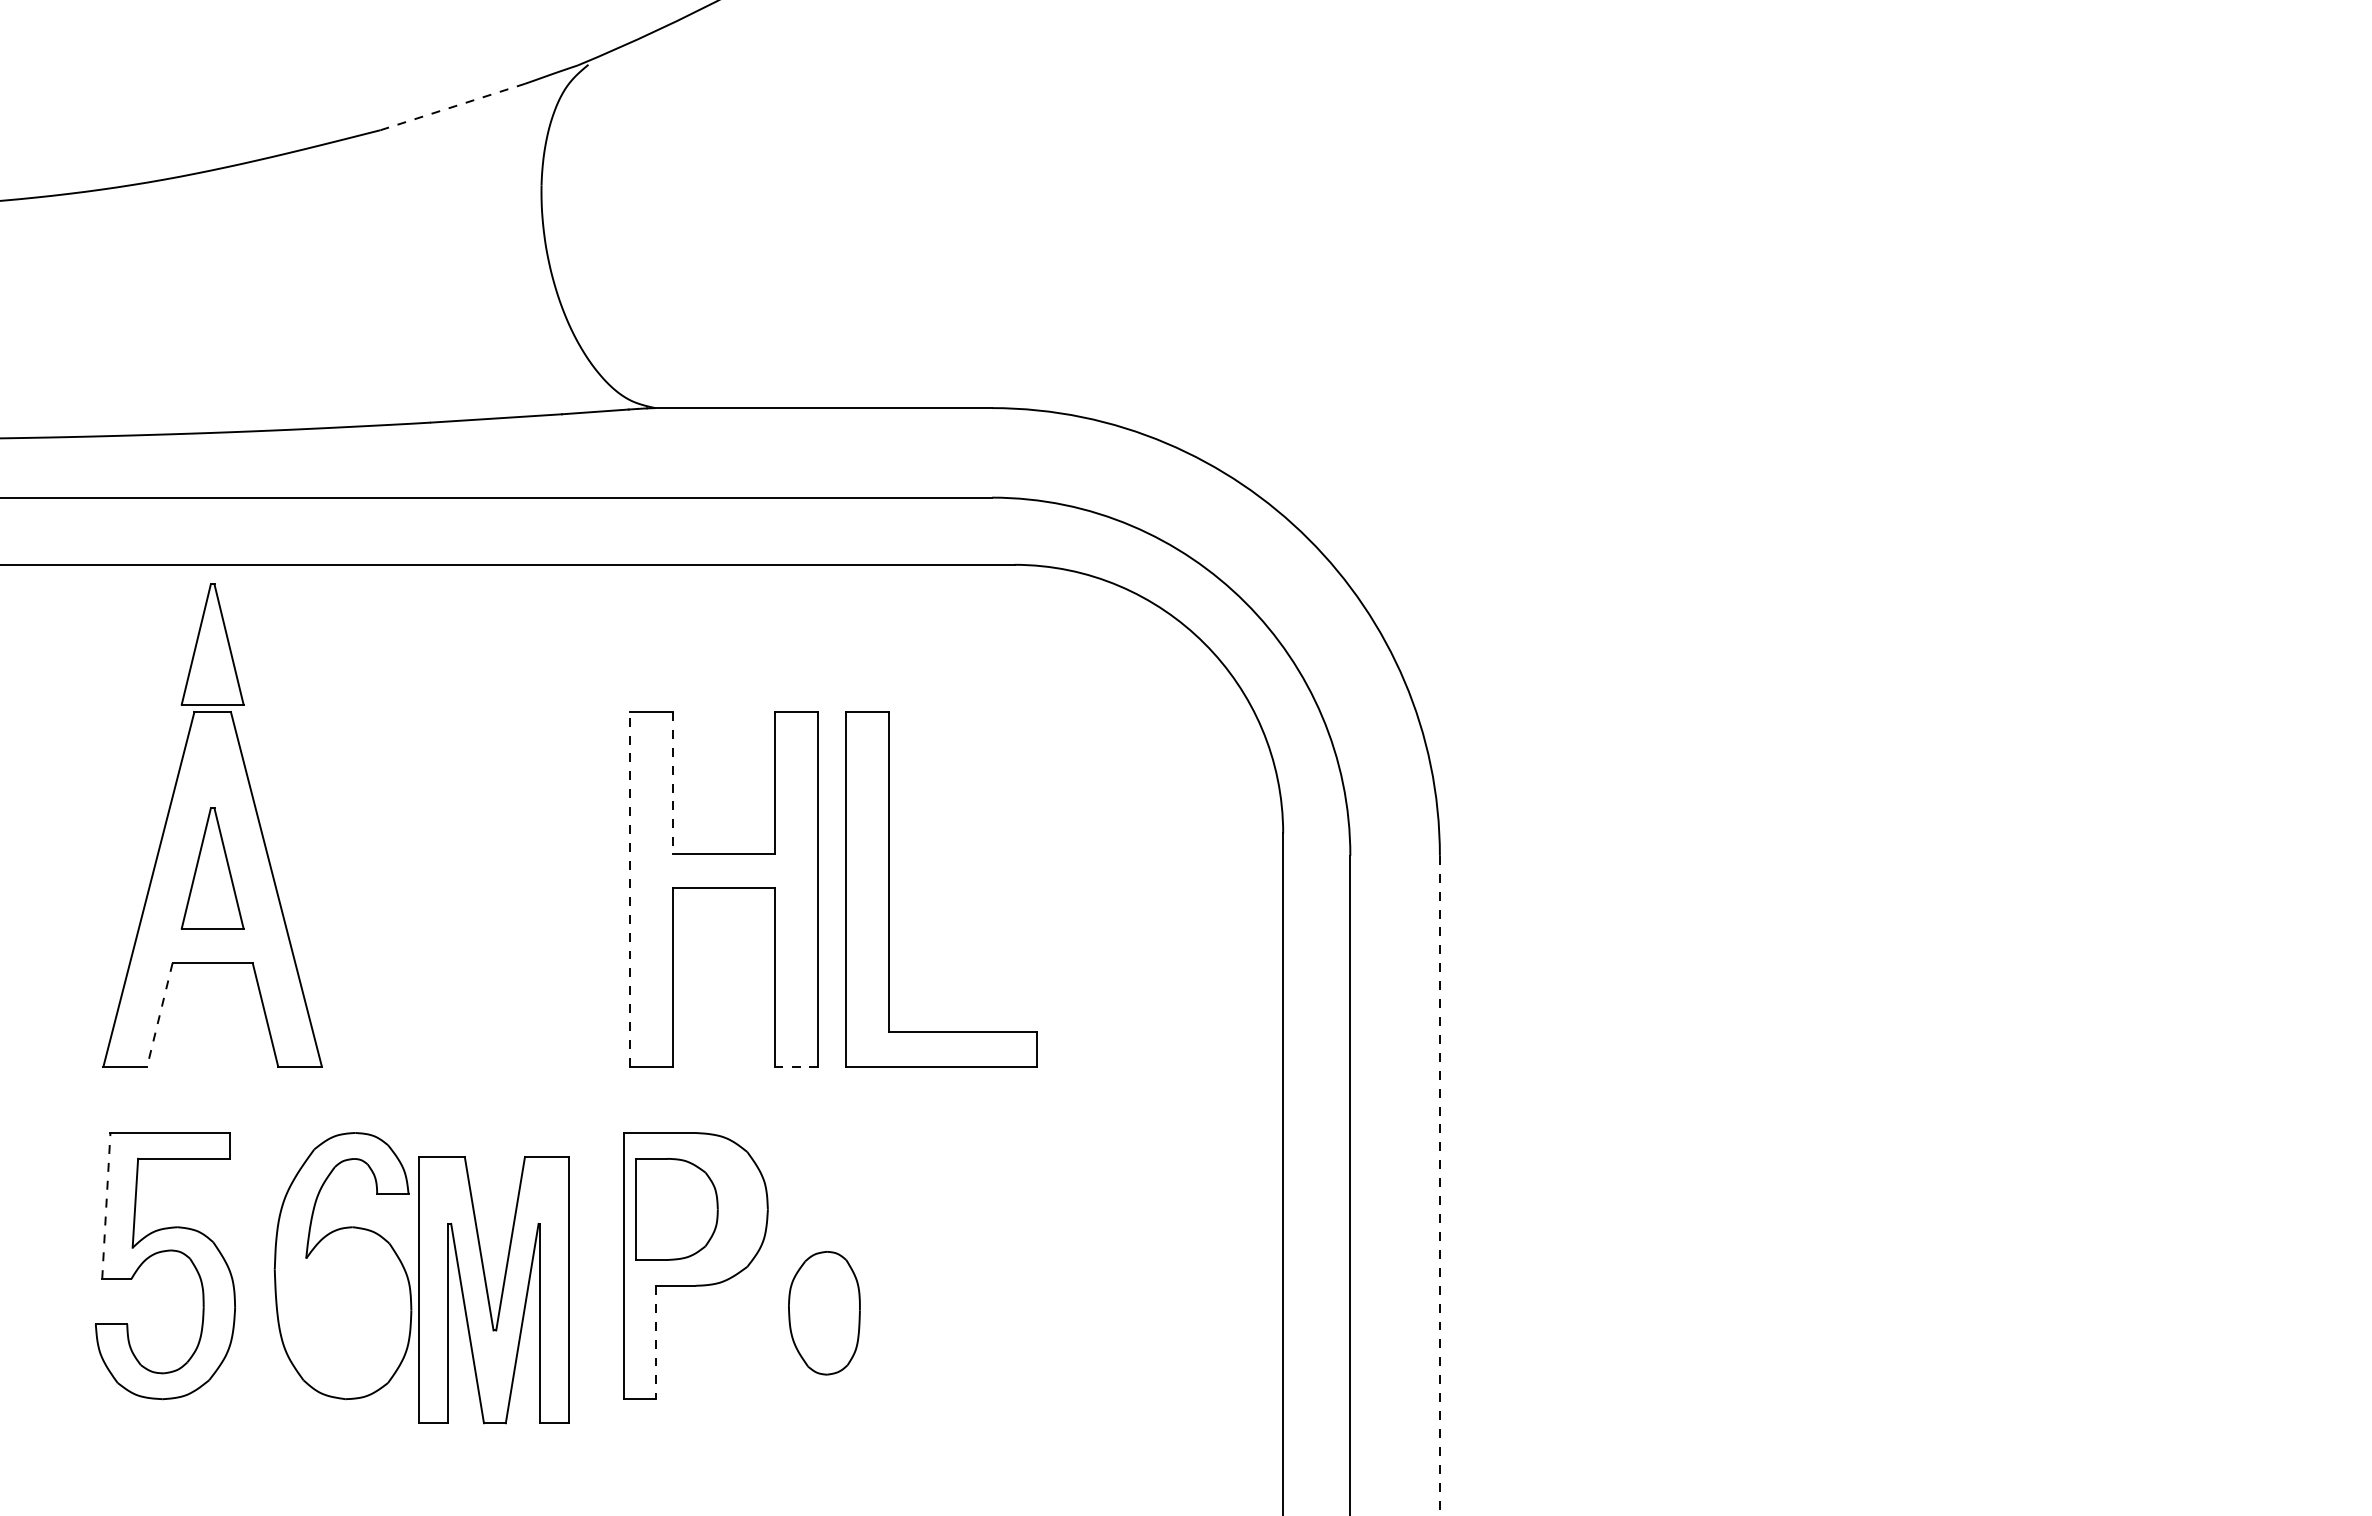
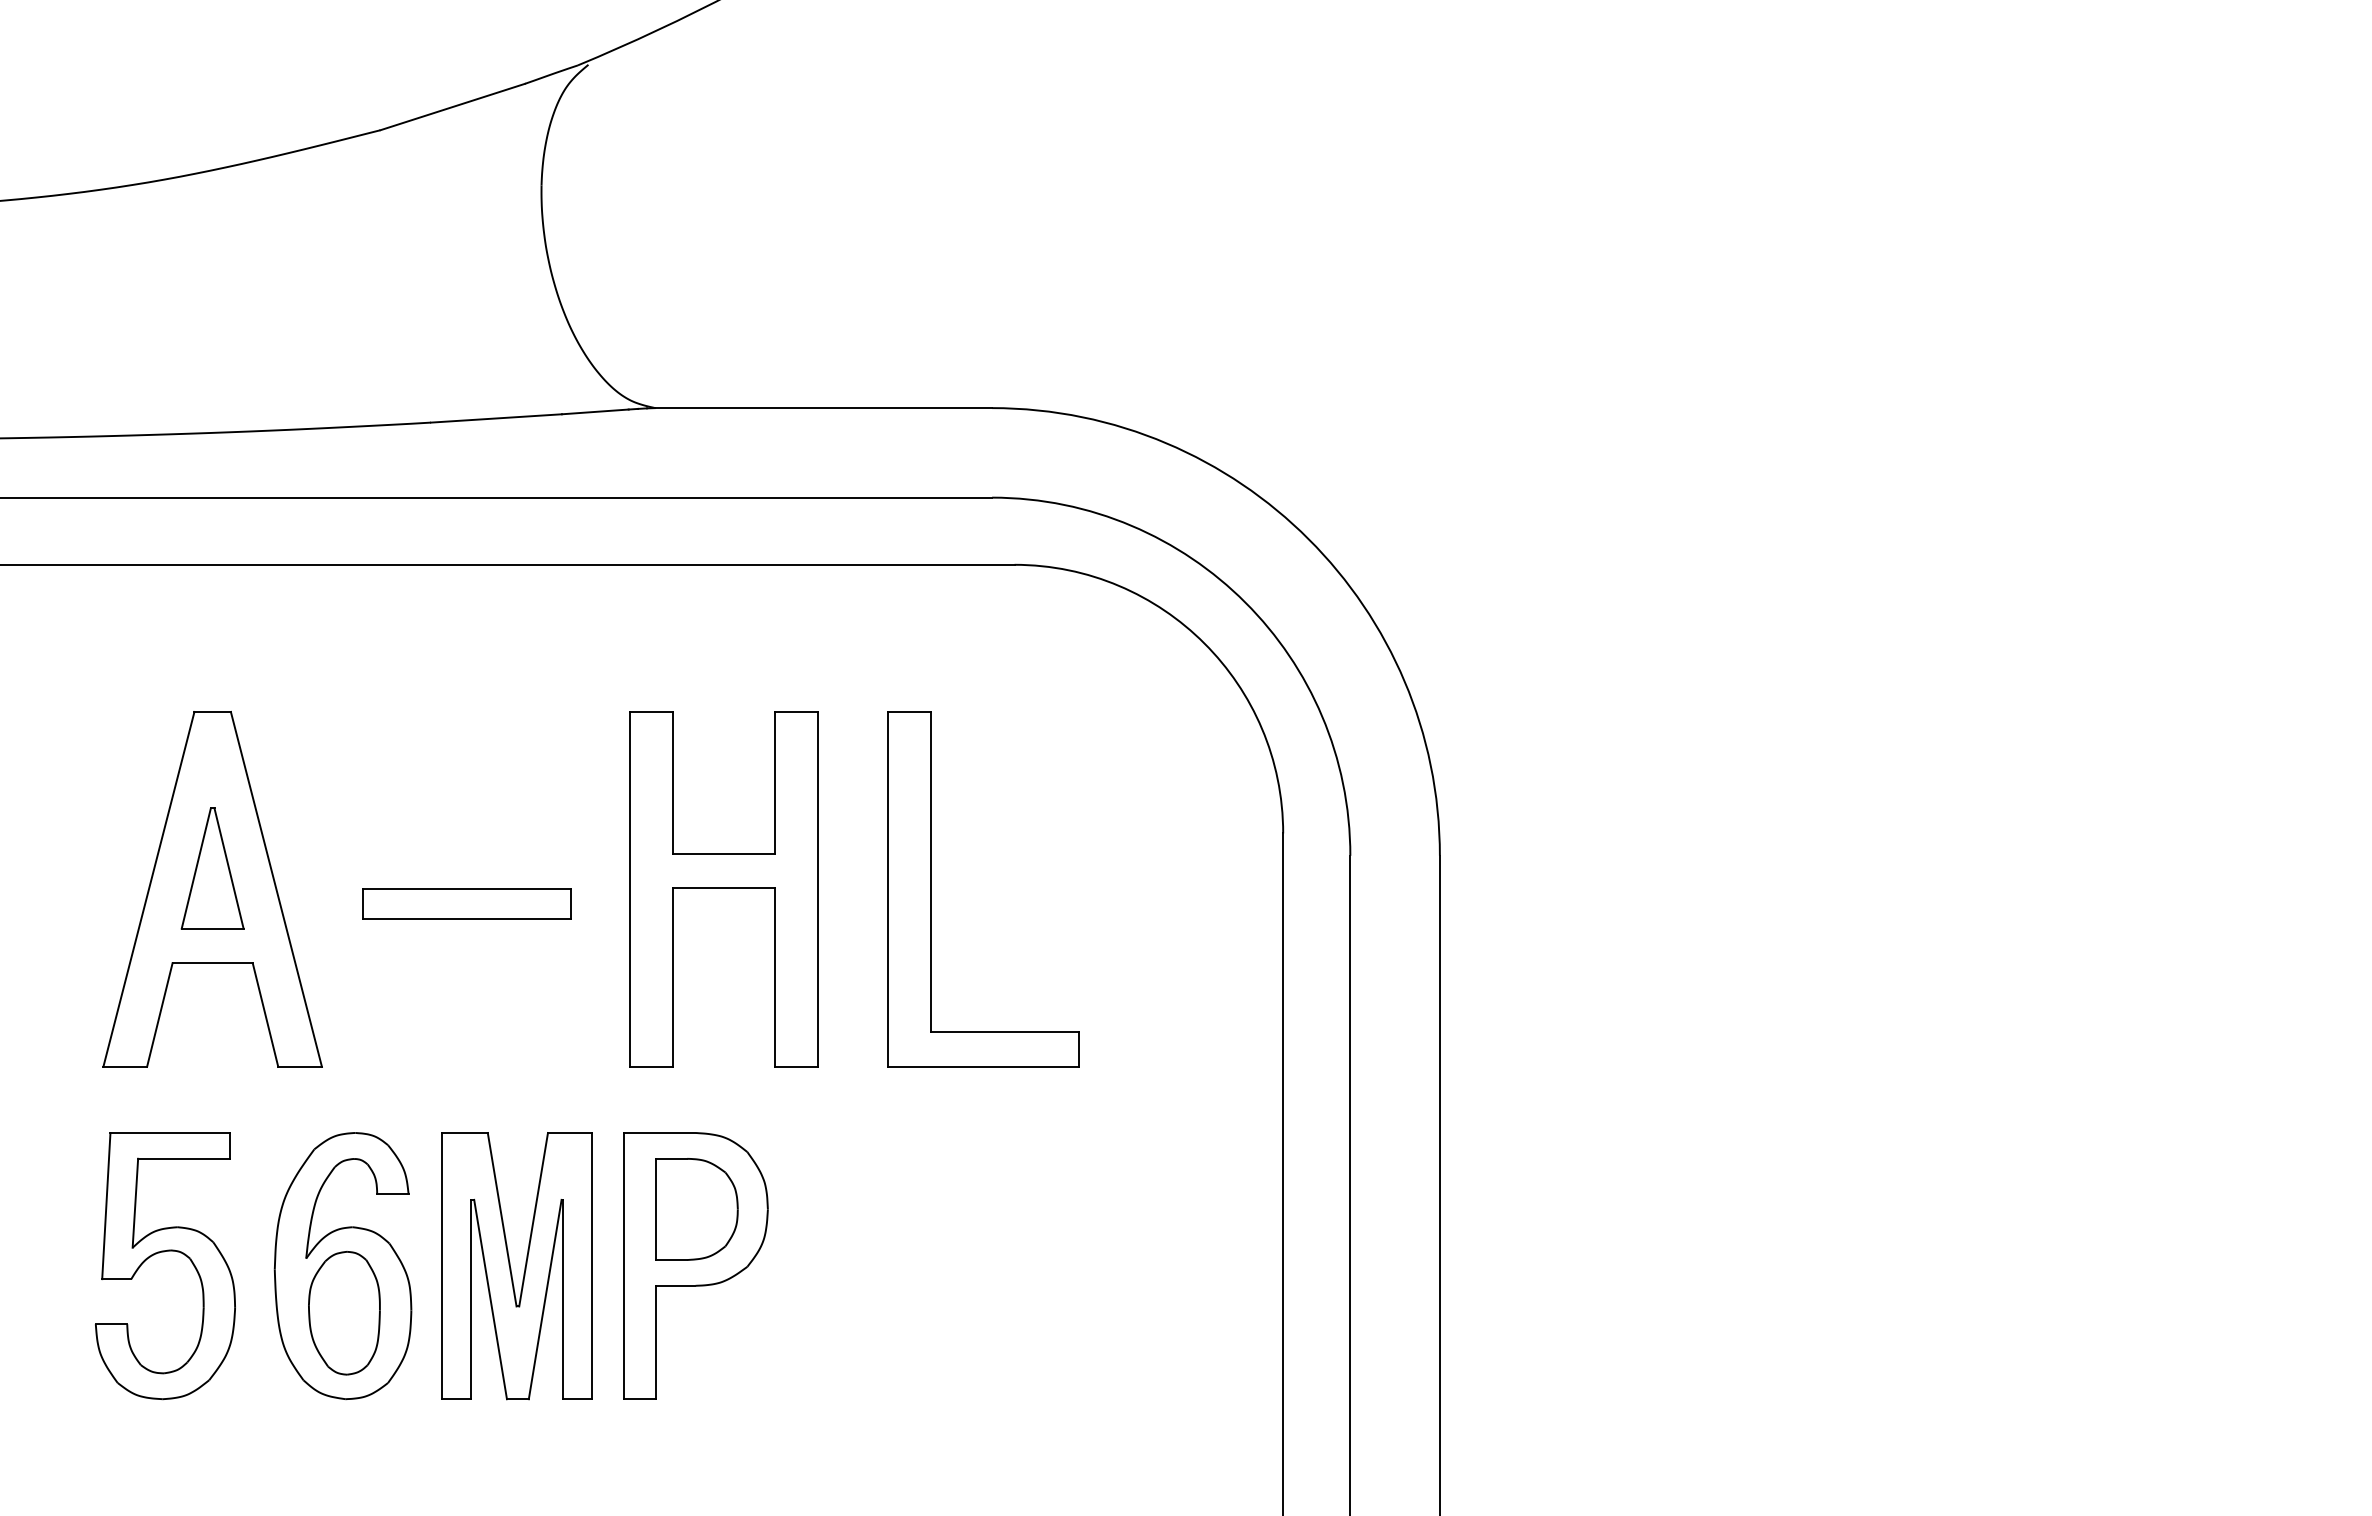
line at (452, 107): dashed -> solid
part at (212, 644): present -> none
line at (672, 783): dashed -> solid
line at (629, 888): dashed -> solid
part at (889, 889) position: (889, 889) -> (931, 889)
part at (466, 903): none -> present
line at (159, 1015): dashed -> solid
line at (796, 1066): dashed -> solid
line at (1439, 1185): dashed -> solid
line at (106, 1205): dashed -> solid
part at (676, 1209) position: (676, 1209) -> (696, 1209)
part at (493, 1290) position: (493, 1290) -> (516, 1266)
part at (824, 1313) position: (824, 1313) -> (344, 1313)
line at (655, 1342): dashed -> solid
